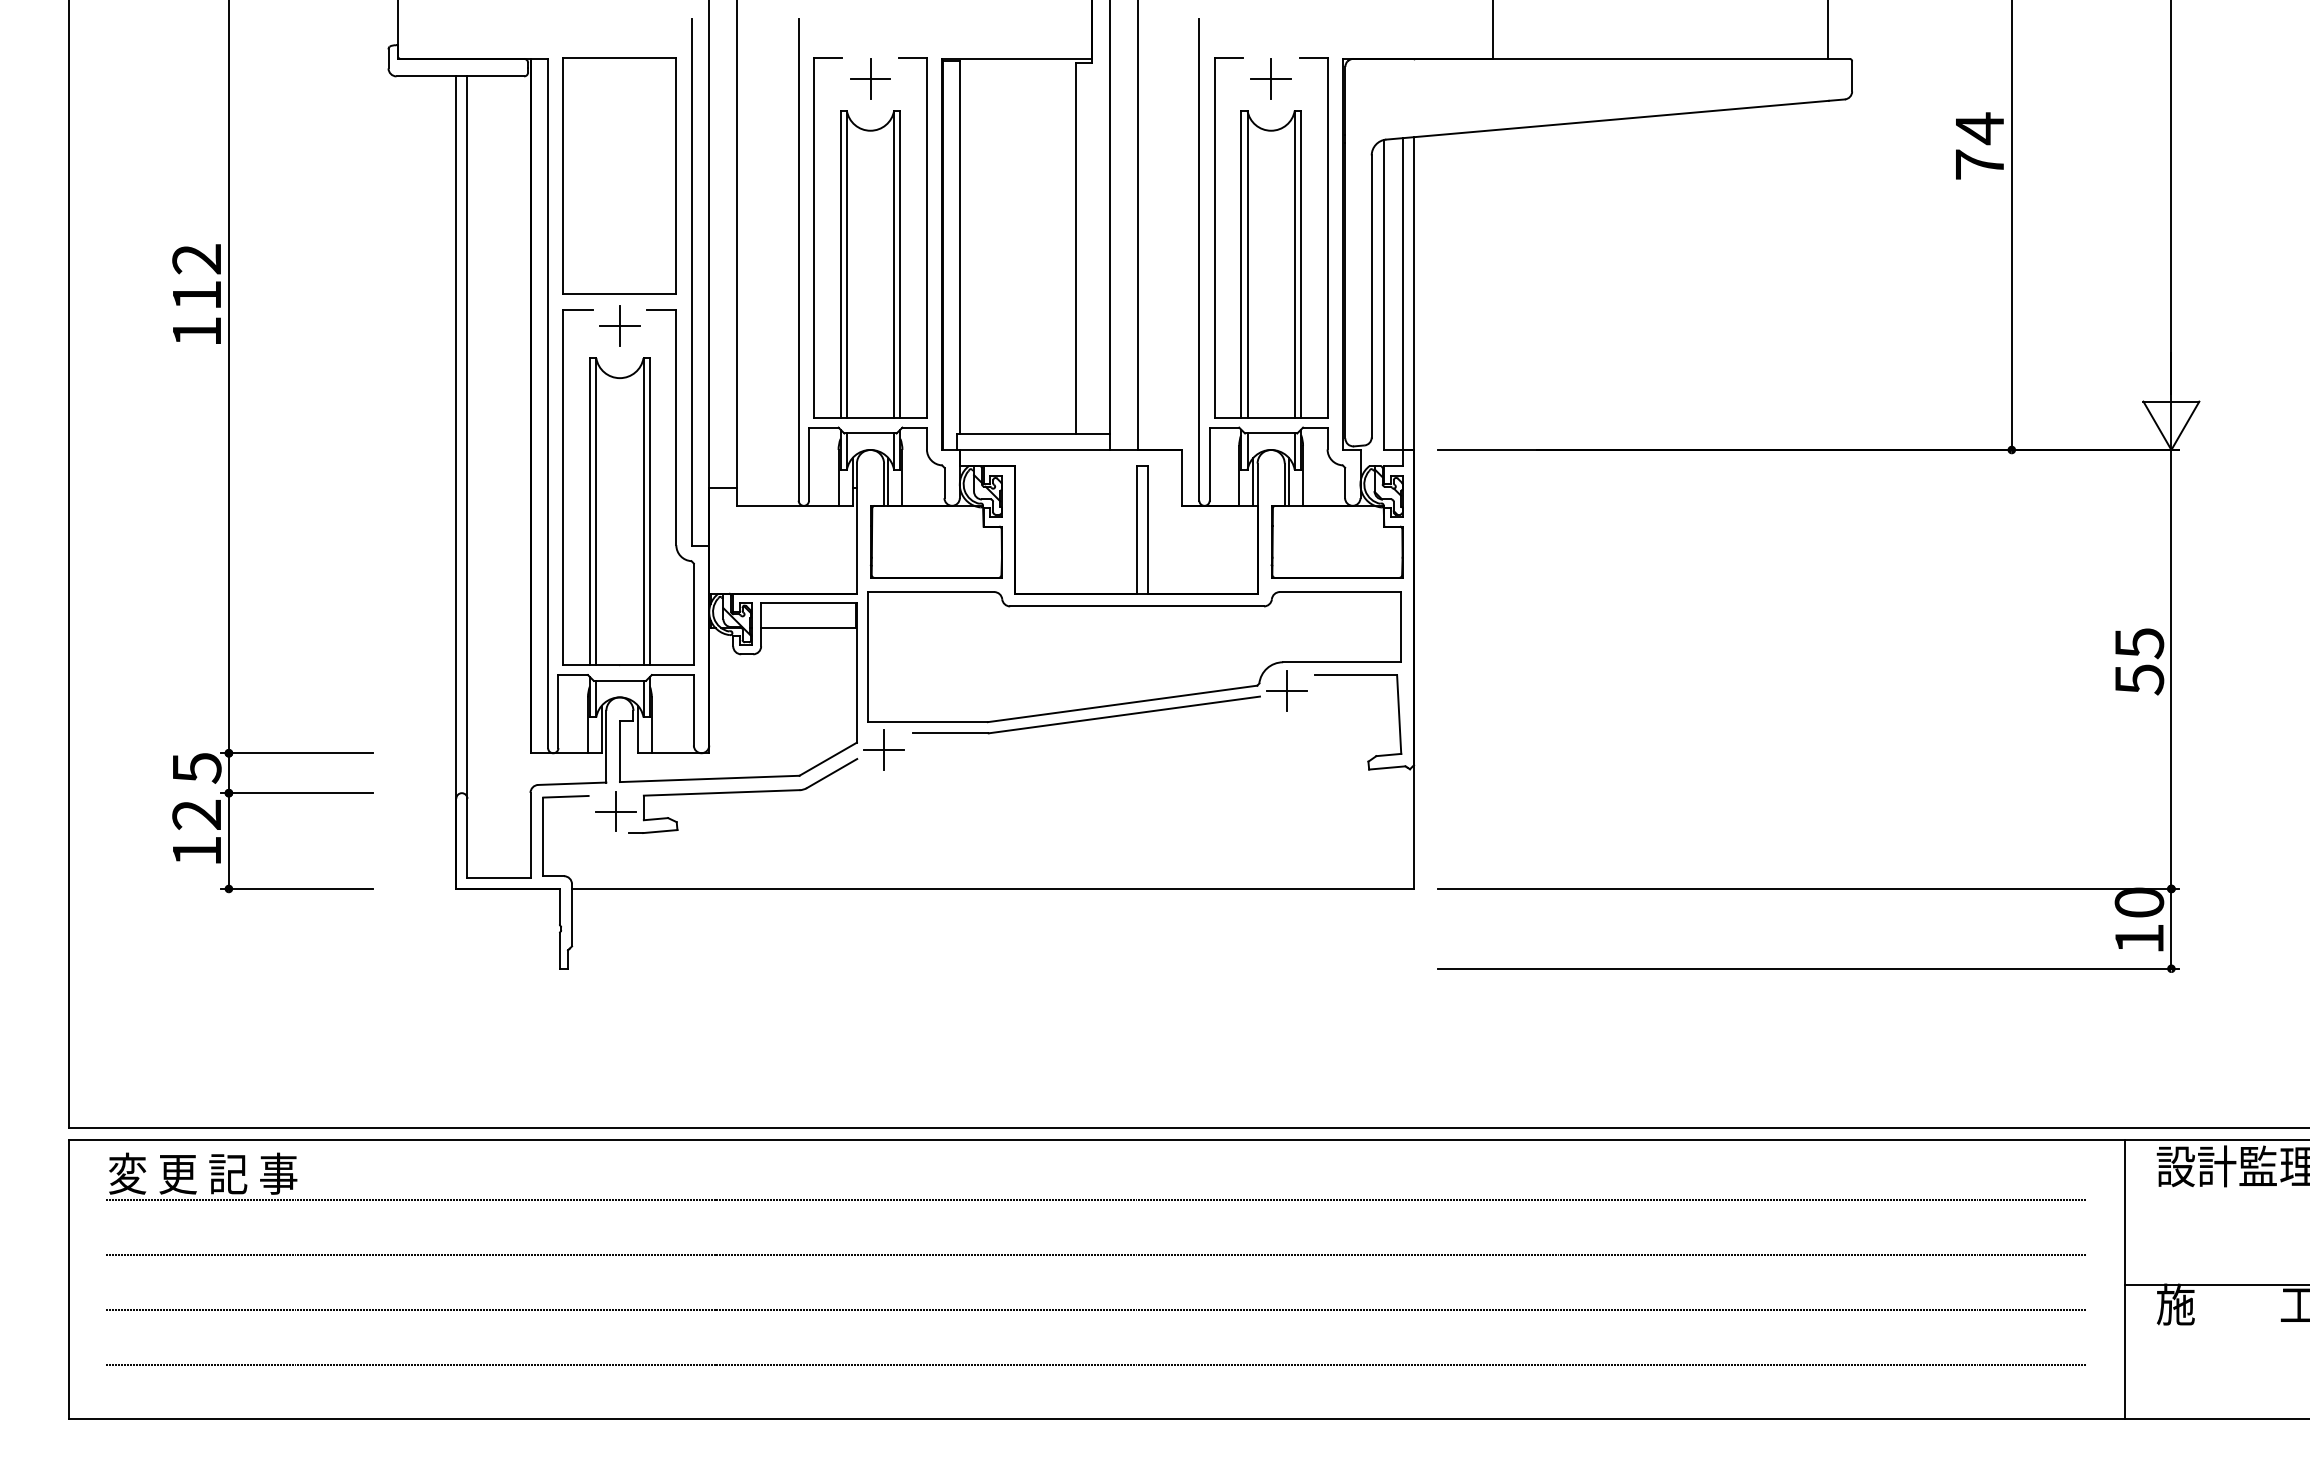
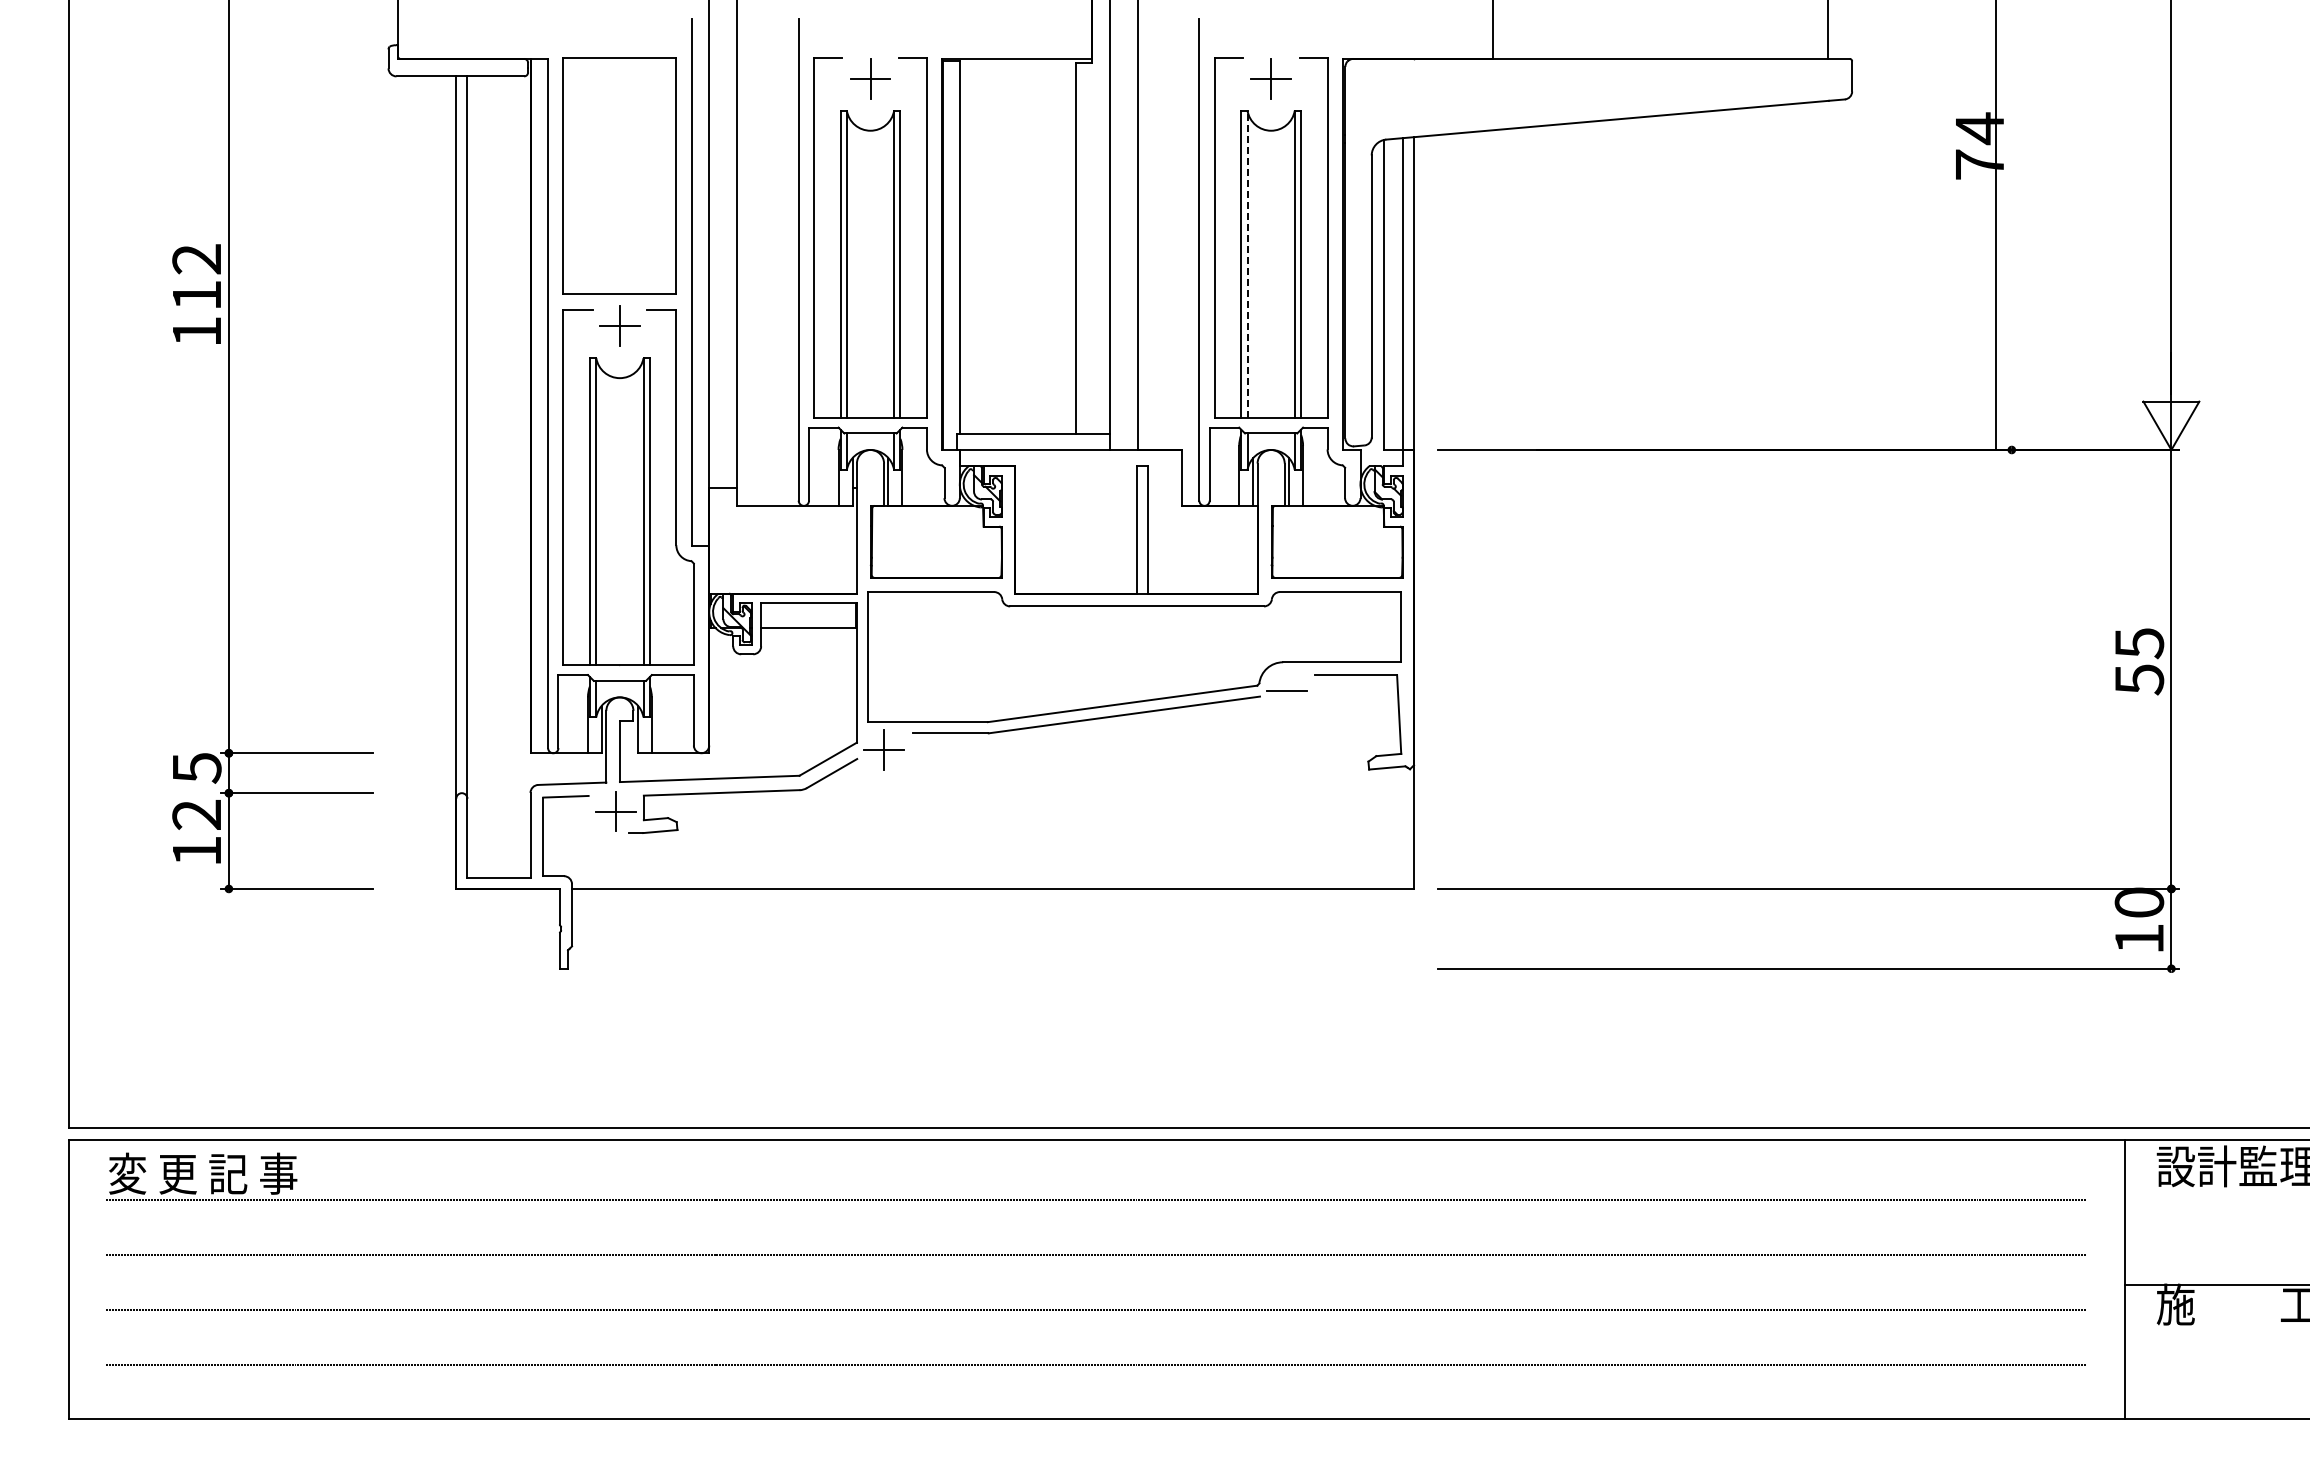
line at (2011, 226) position: (2011, 226) -> (1995, 226)
line at (1247, 264): solid -> dashed
line at (1287, 690): present -> none
